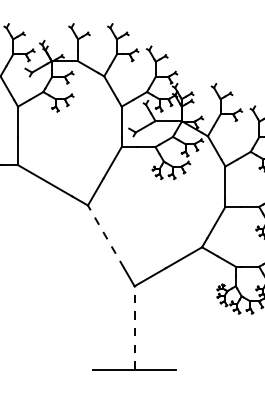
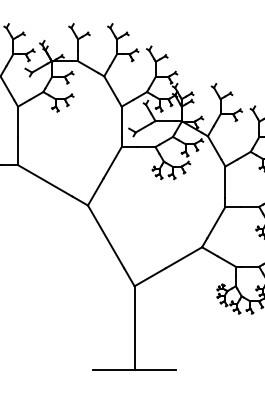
line at (105, 236): dashed -> solid
line at (134, 328): dashed -> solid
